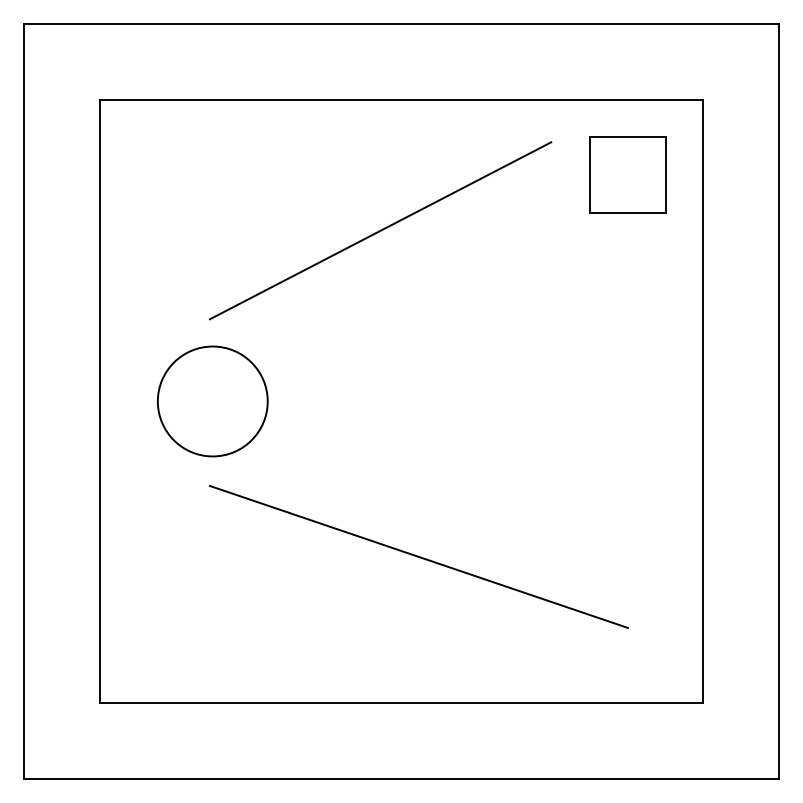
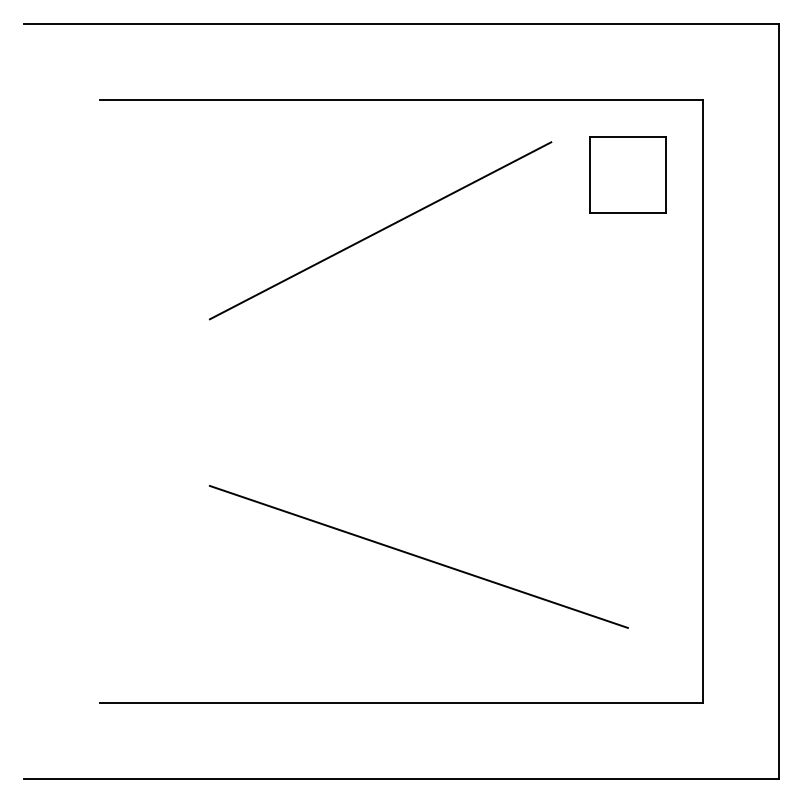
line at (24, 401): present -> none
line at (99, 401): present -> none
circle at (212, 401): present -> none
